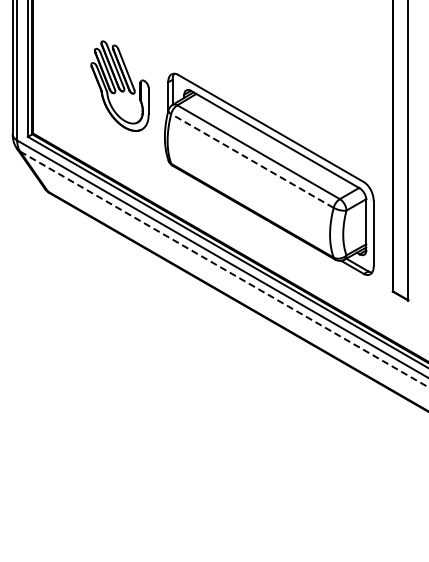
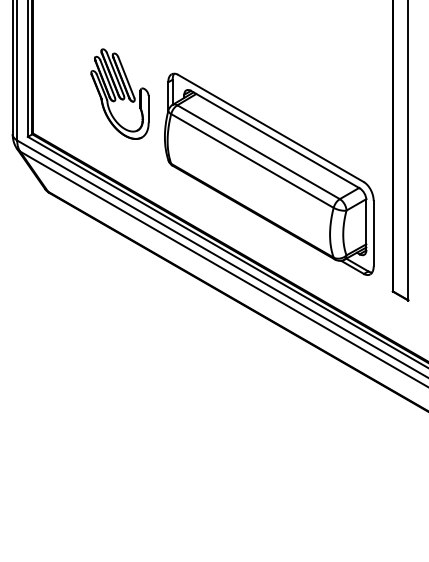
part at (119, 85) position: (119, 85) -> (119, 93)
line at (252, 160): dashed -> solid
line at (224, 269): dashed -> solid
